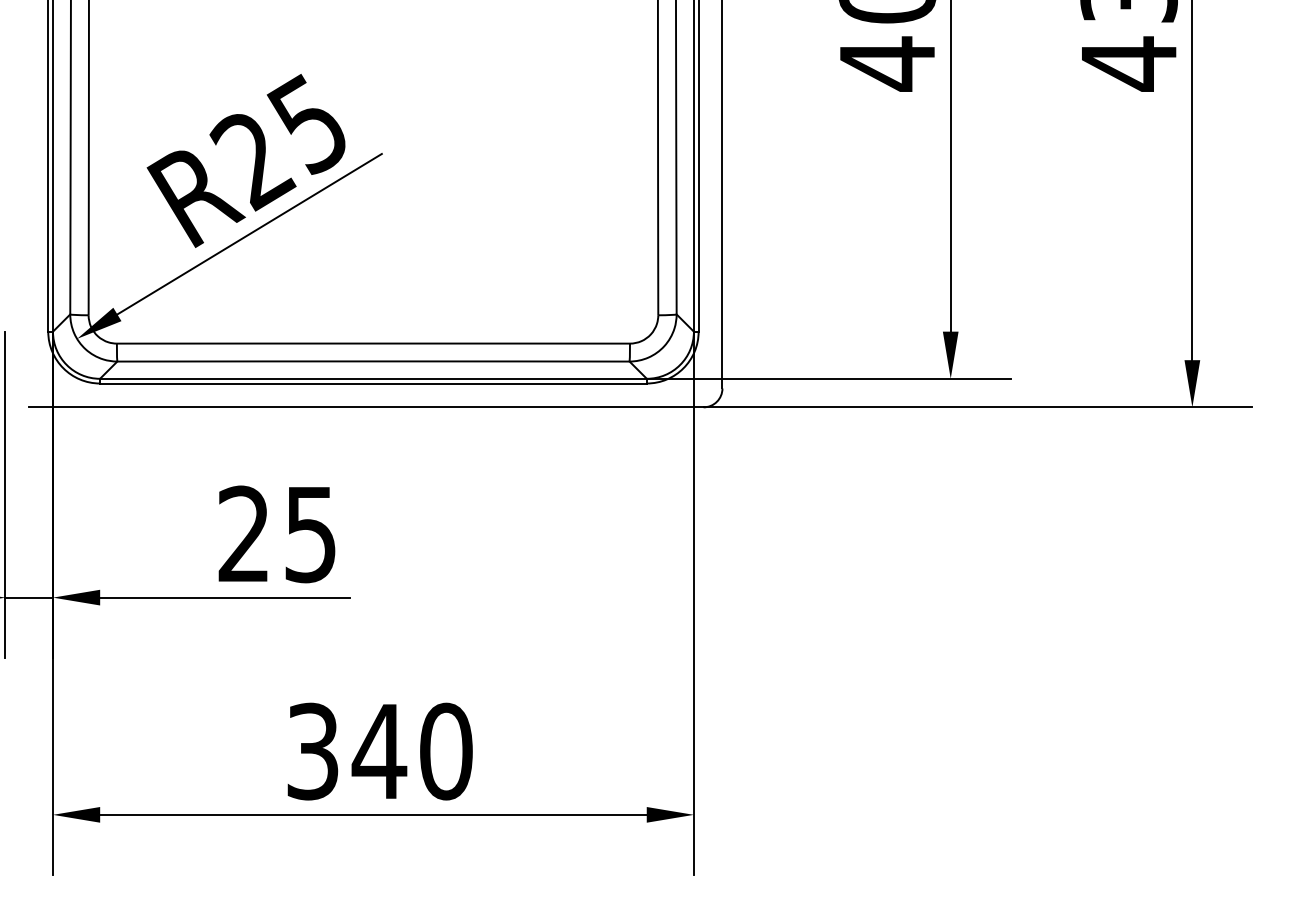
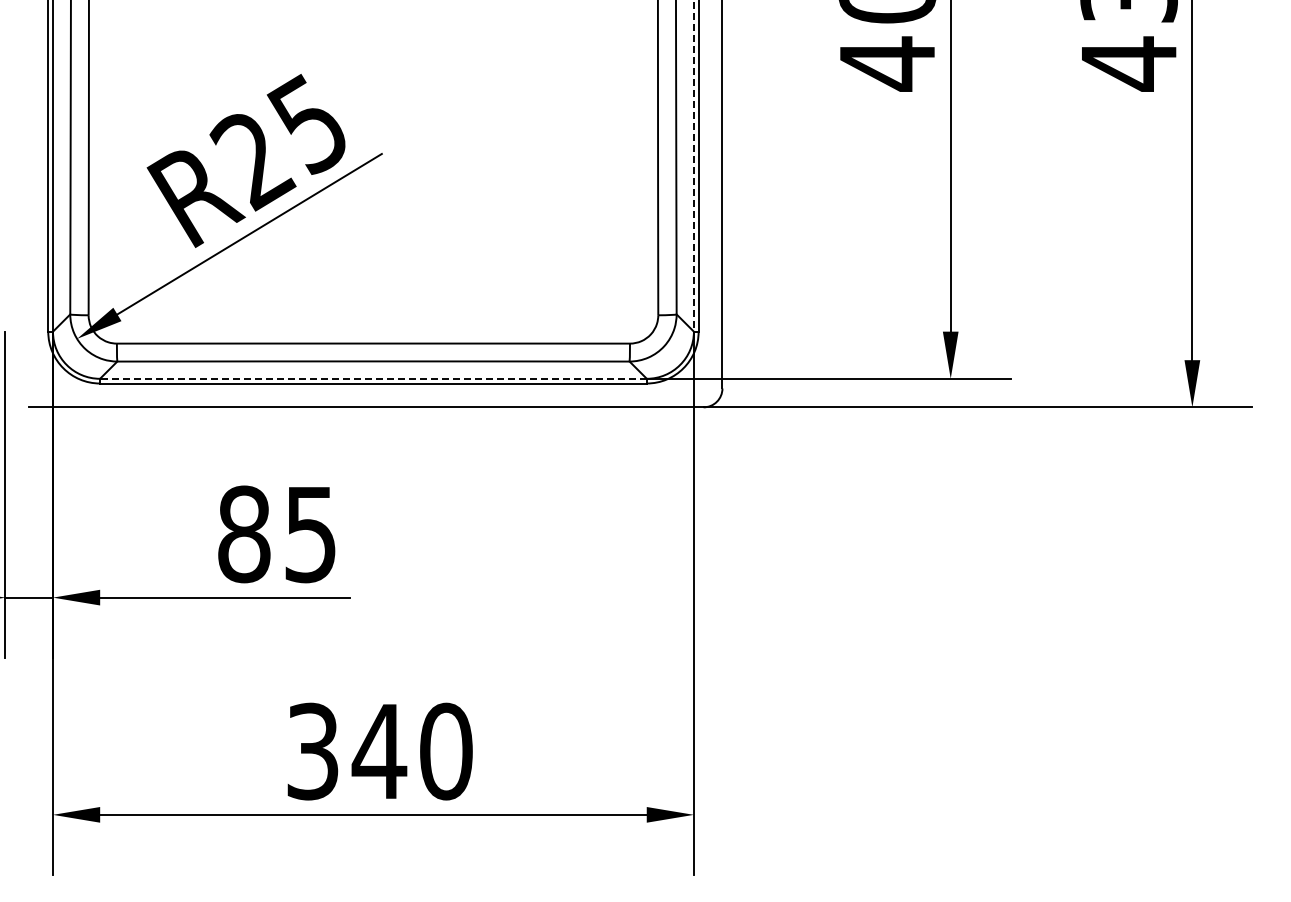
line at (693, 166): solid -> dashed
line at (372, 378): solid -> dashed
text at (244, 534): 25 -> 85
